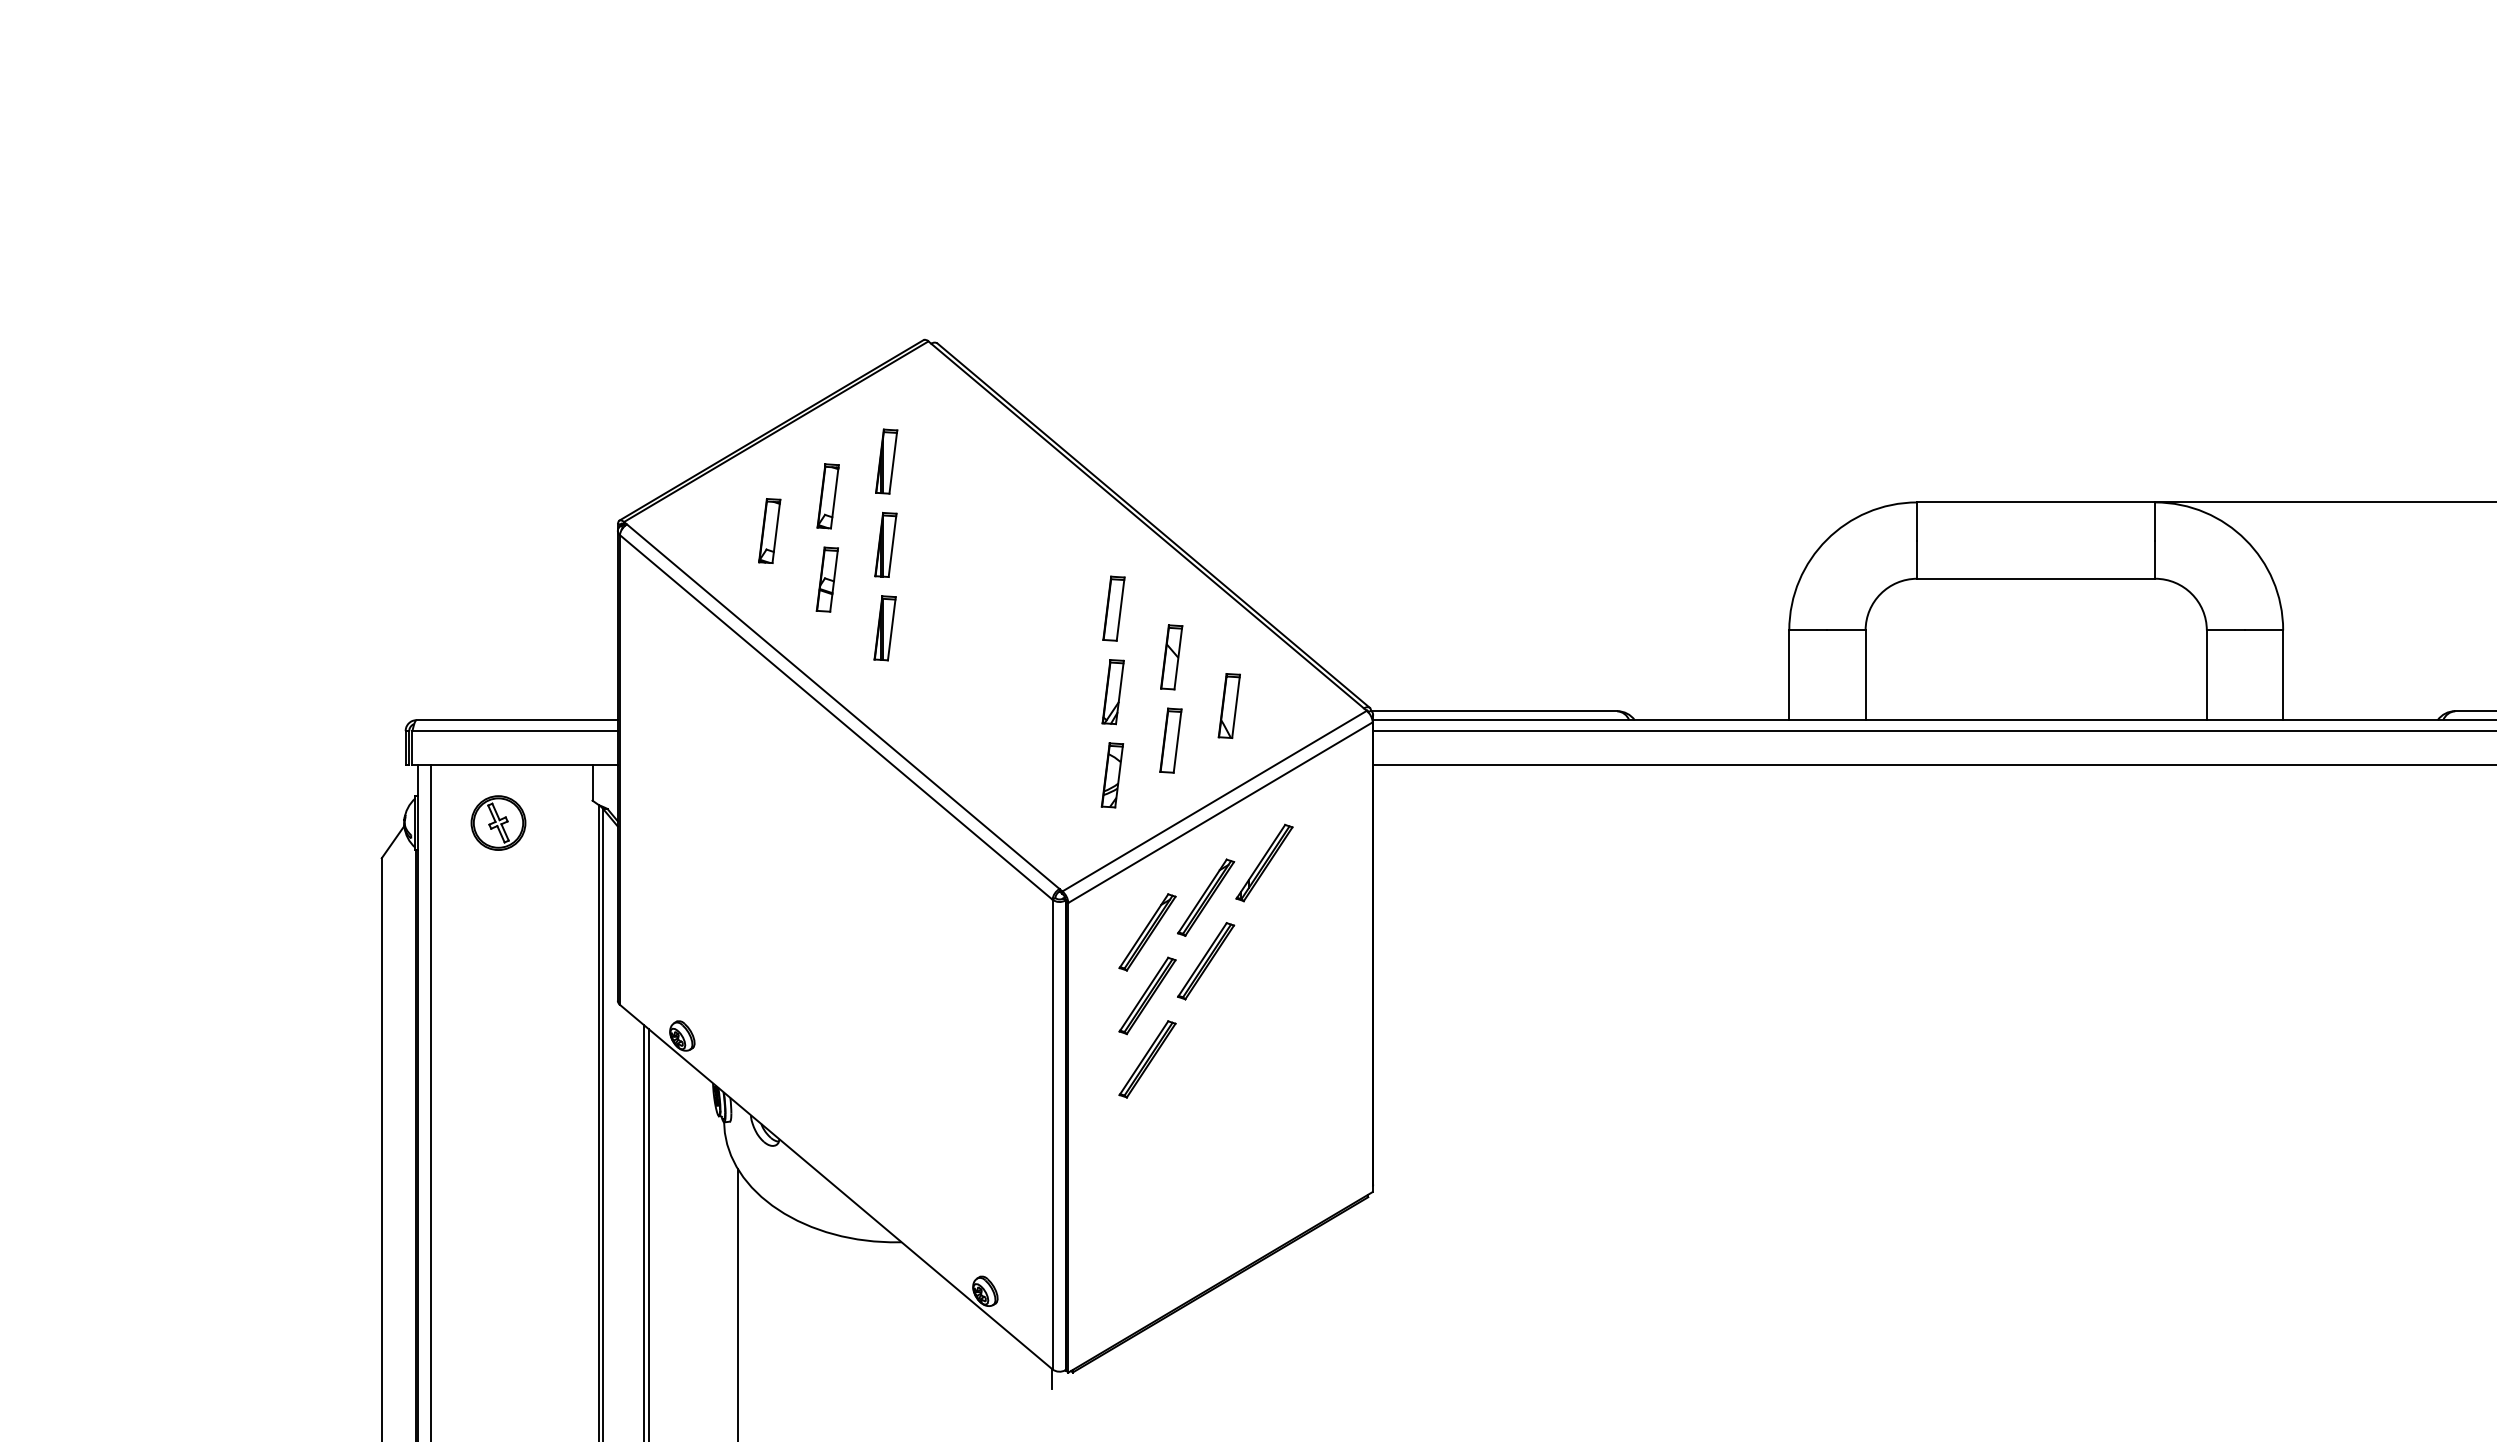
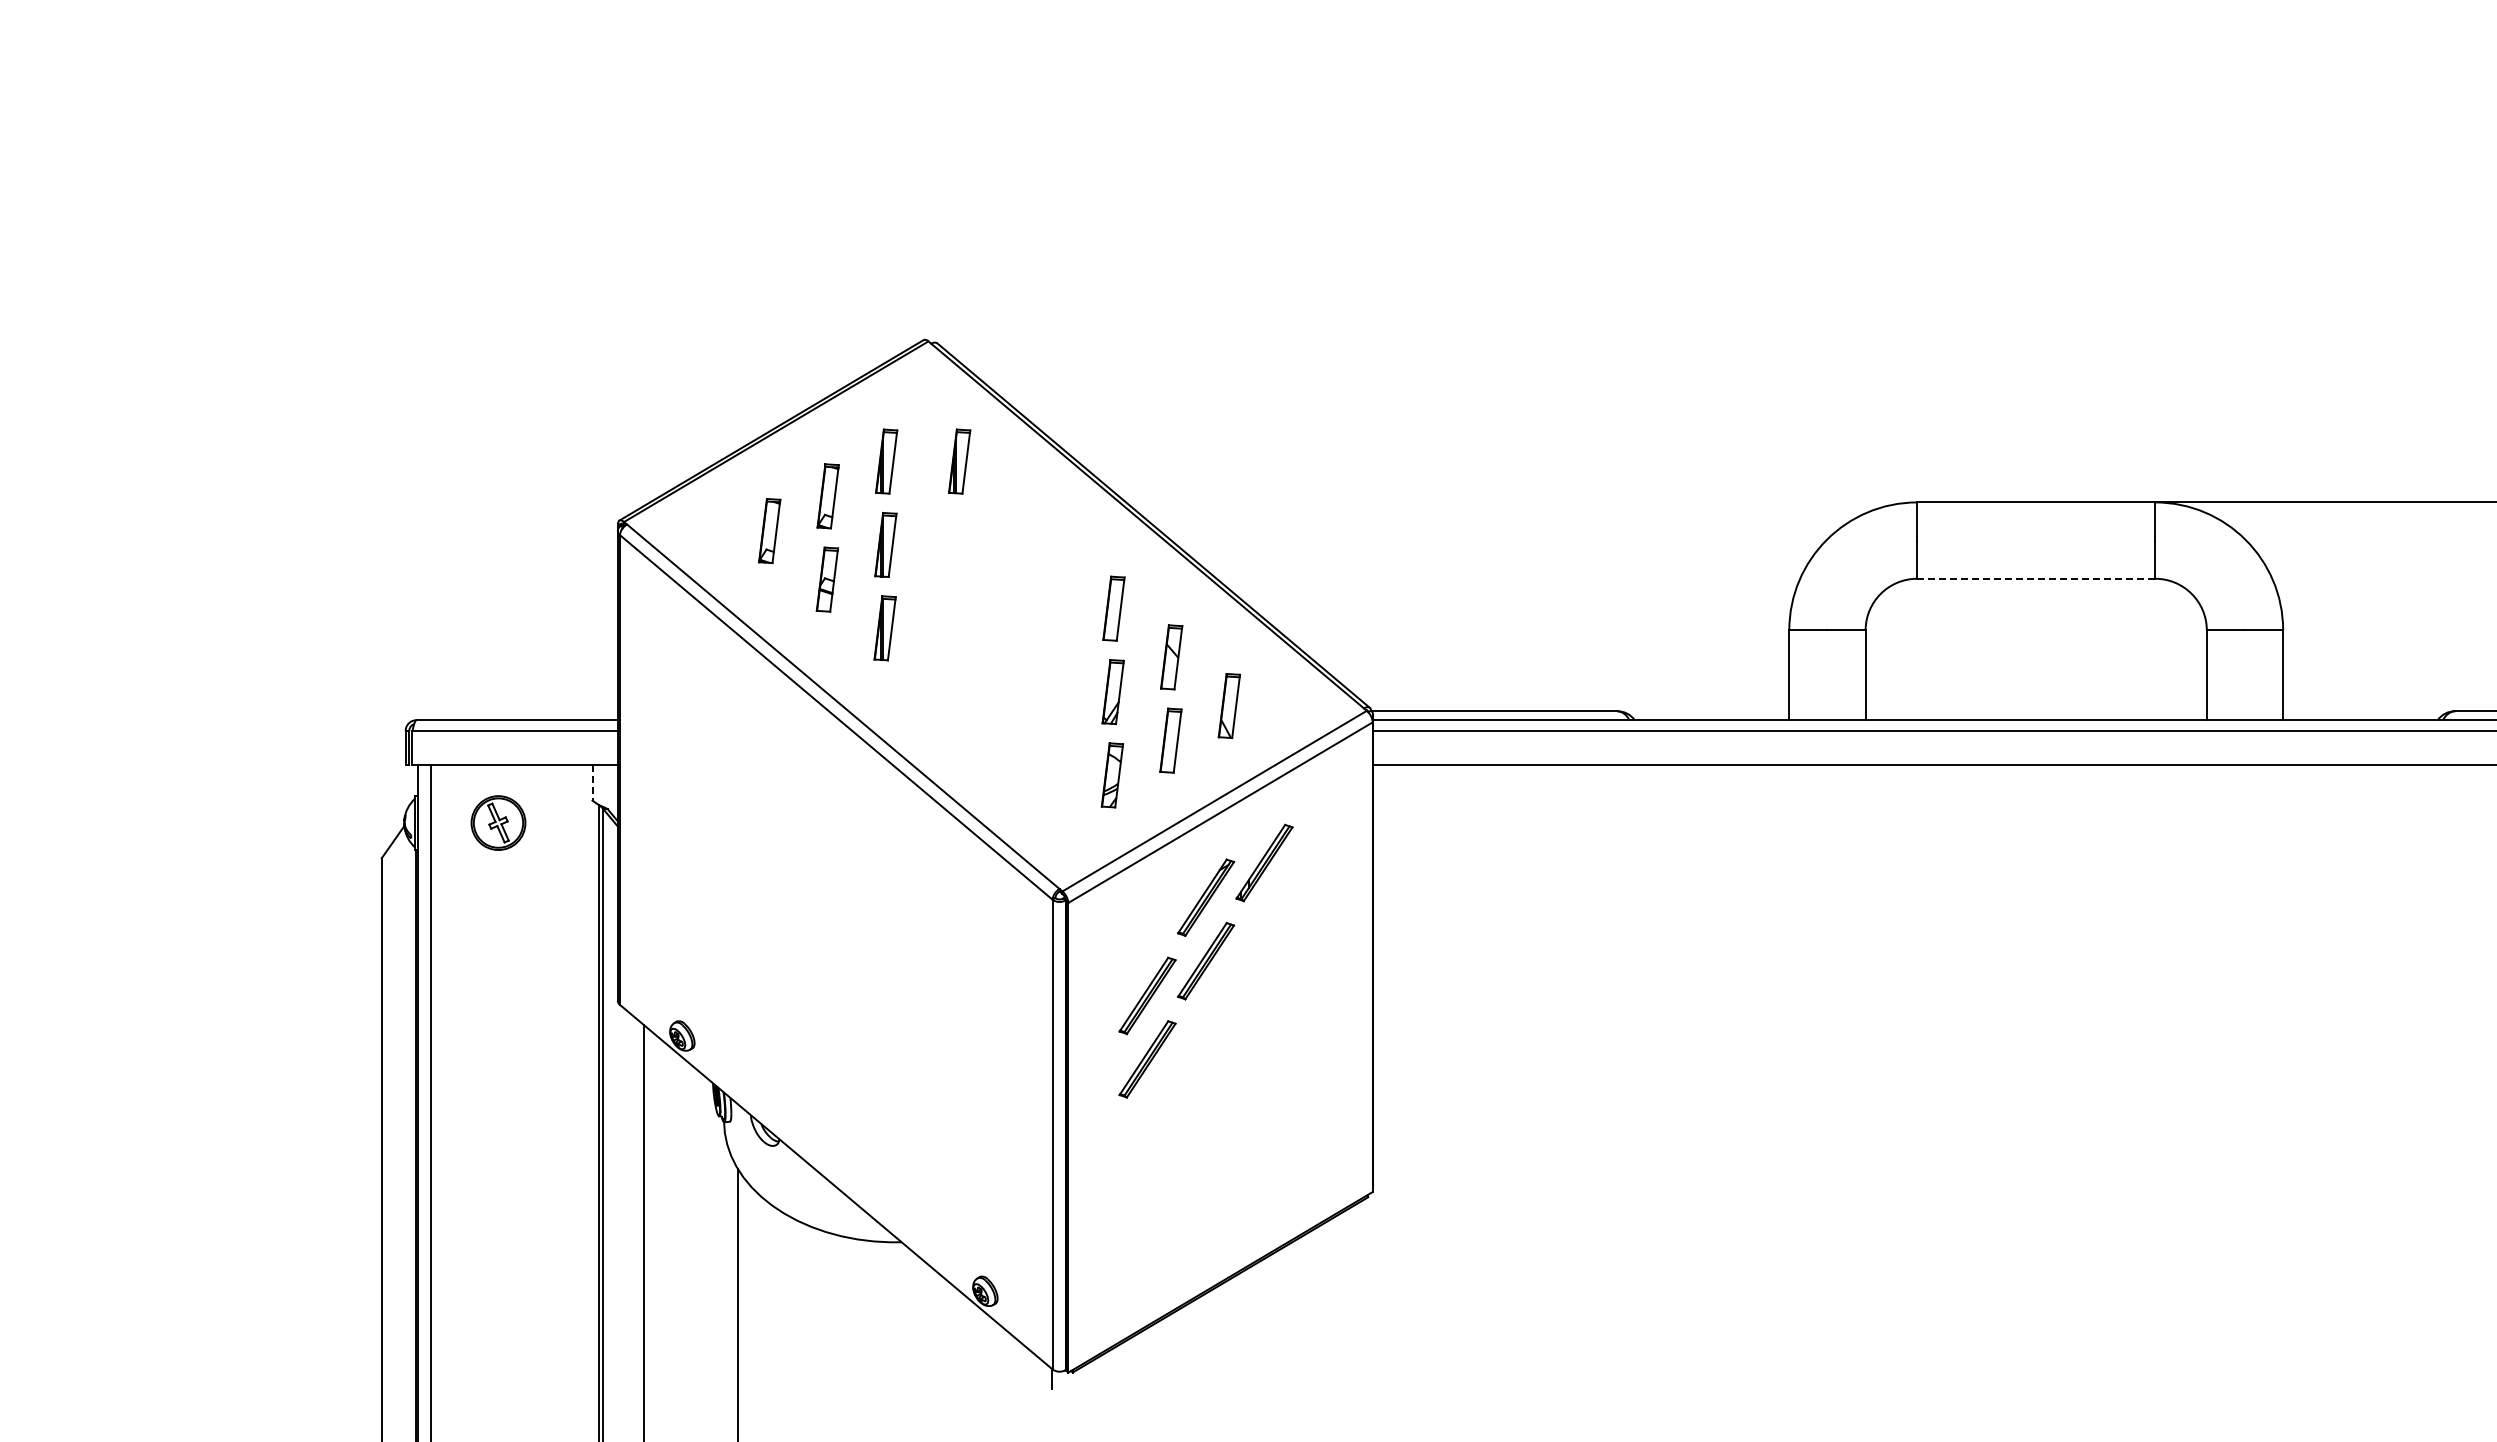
part at (959, 461): none -> present
line at (2036, 578): solid -> dashed
line at (592, 782): solid -> dashed
part at (1147, 932): present -> none
line at (648, 1233): present -> none
